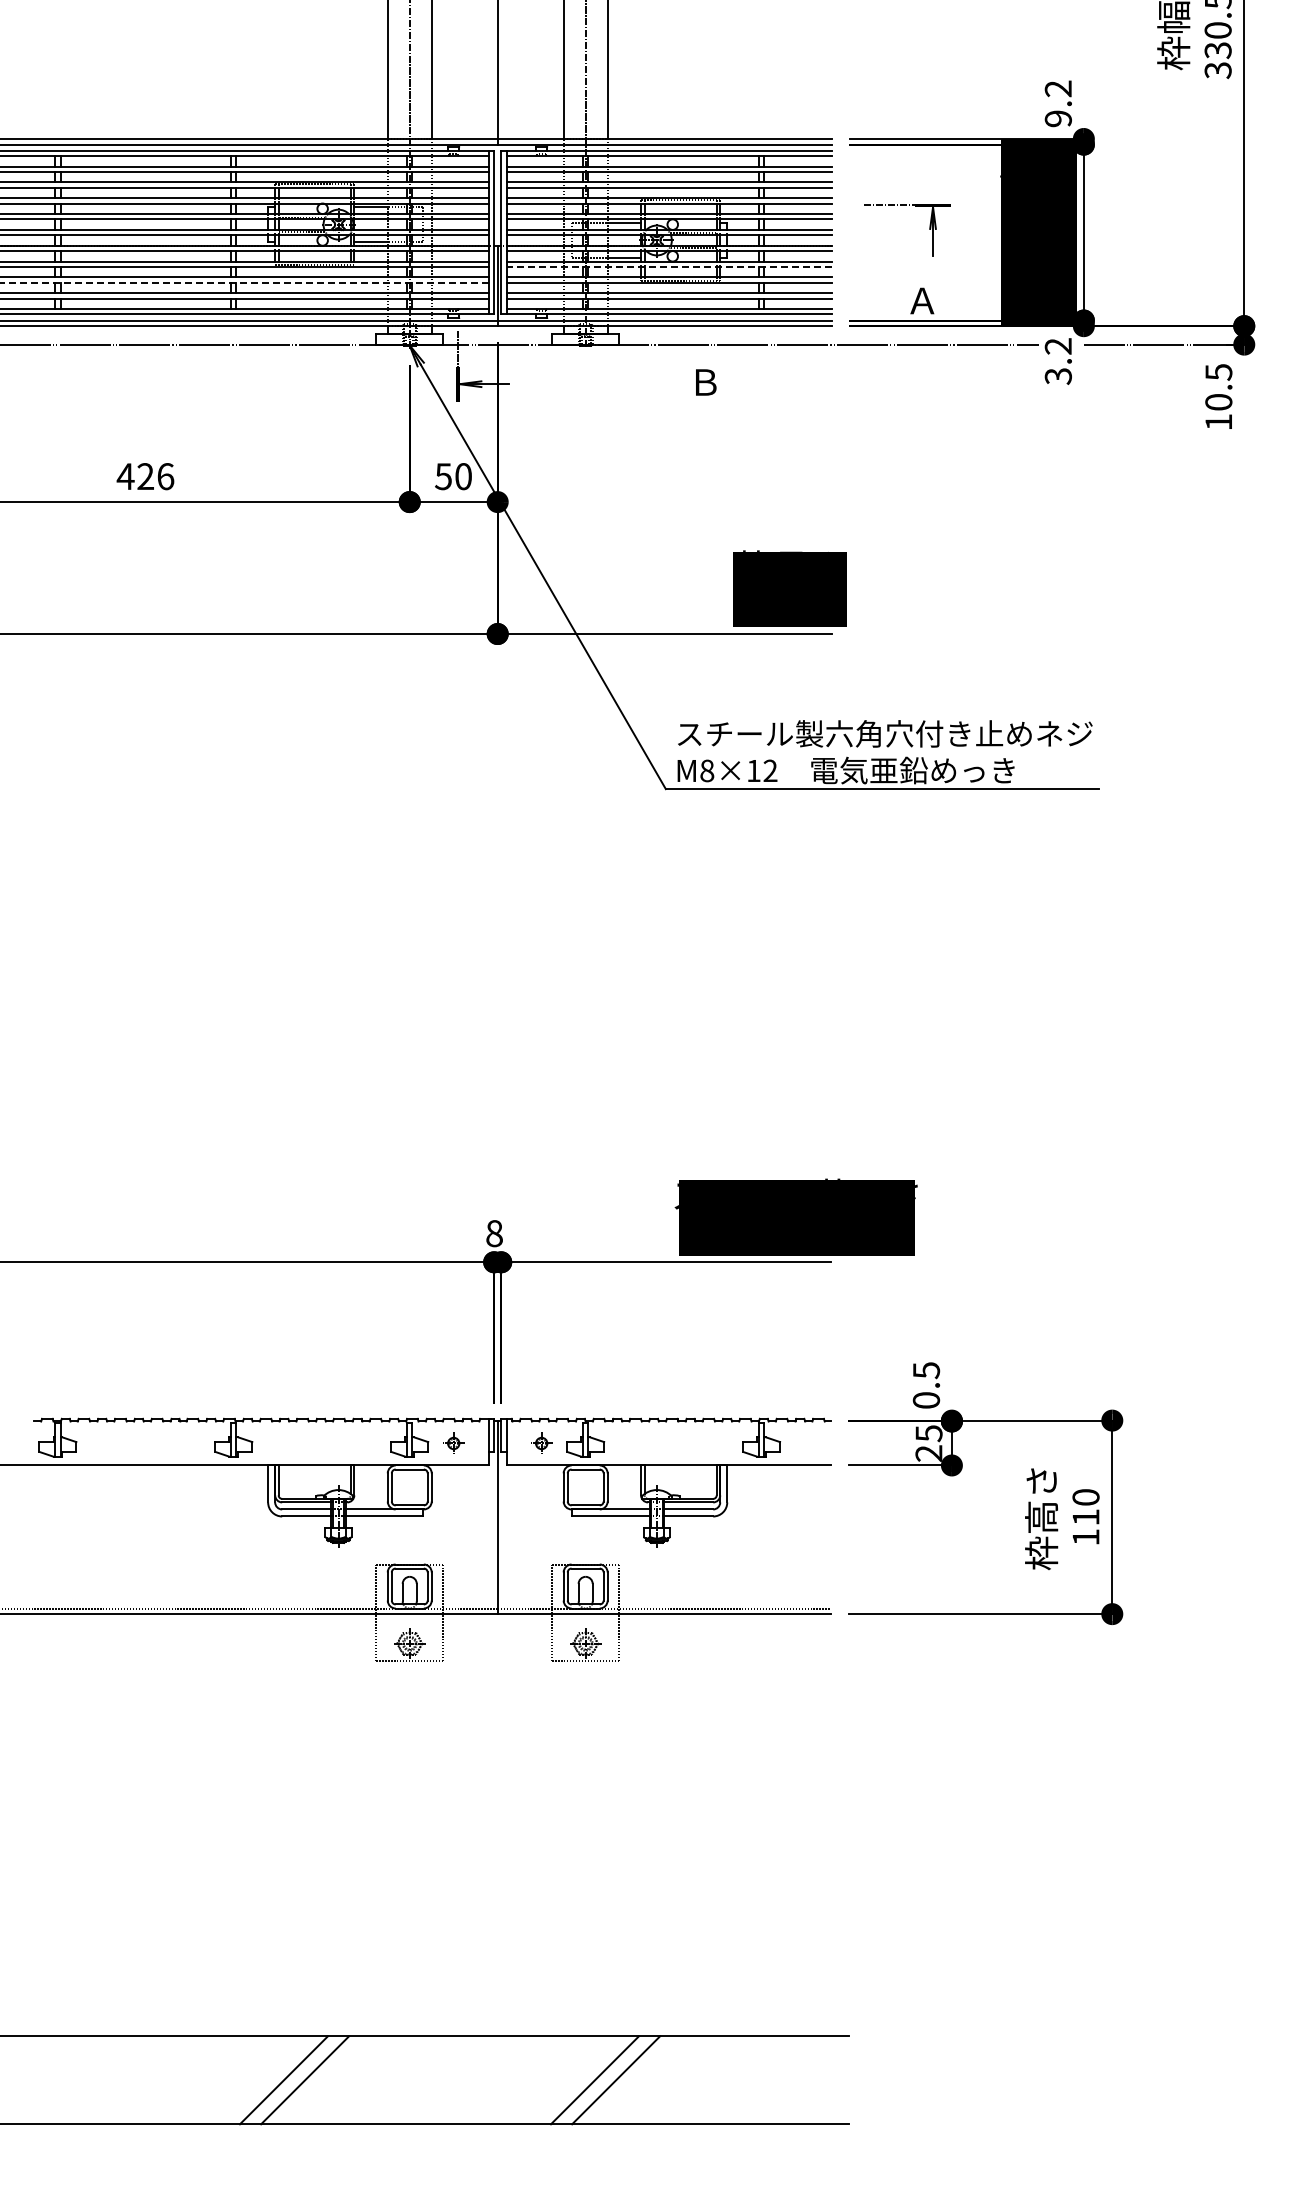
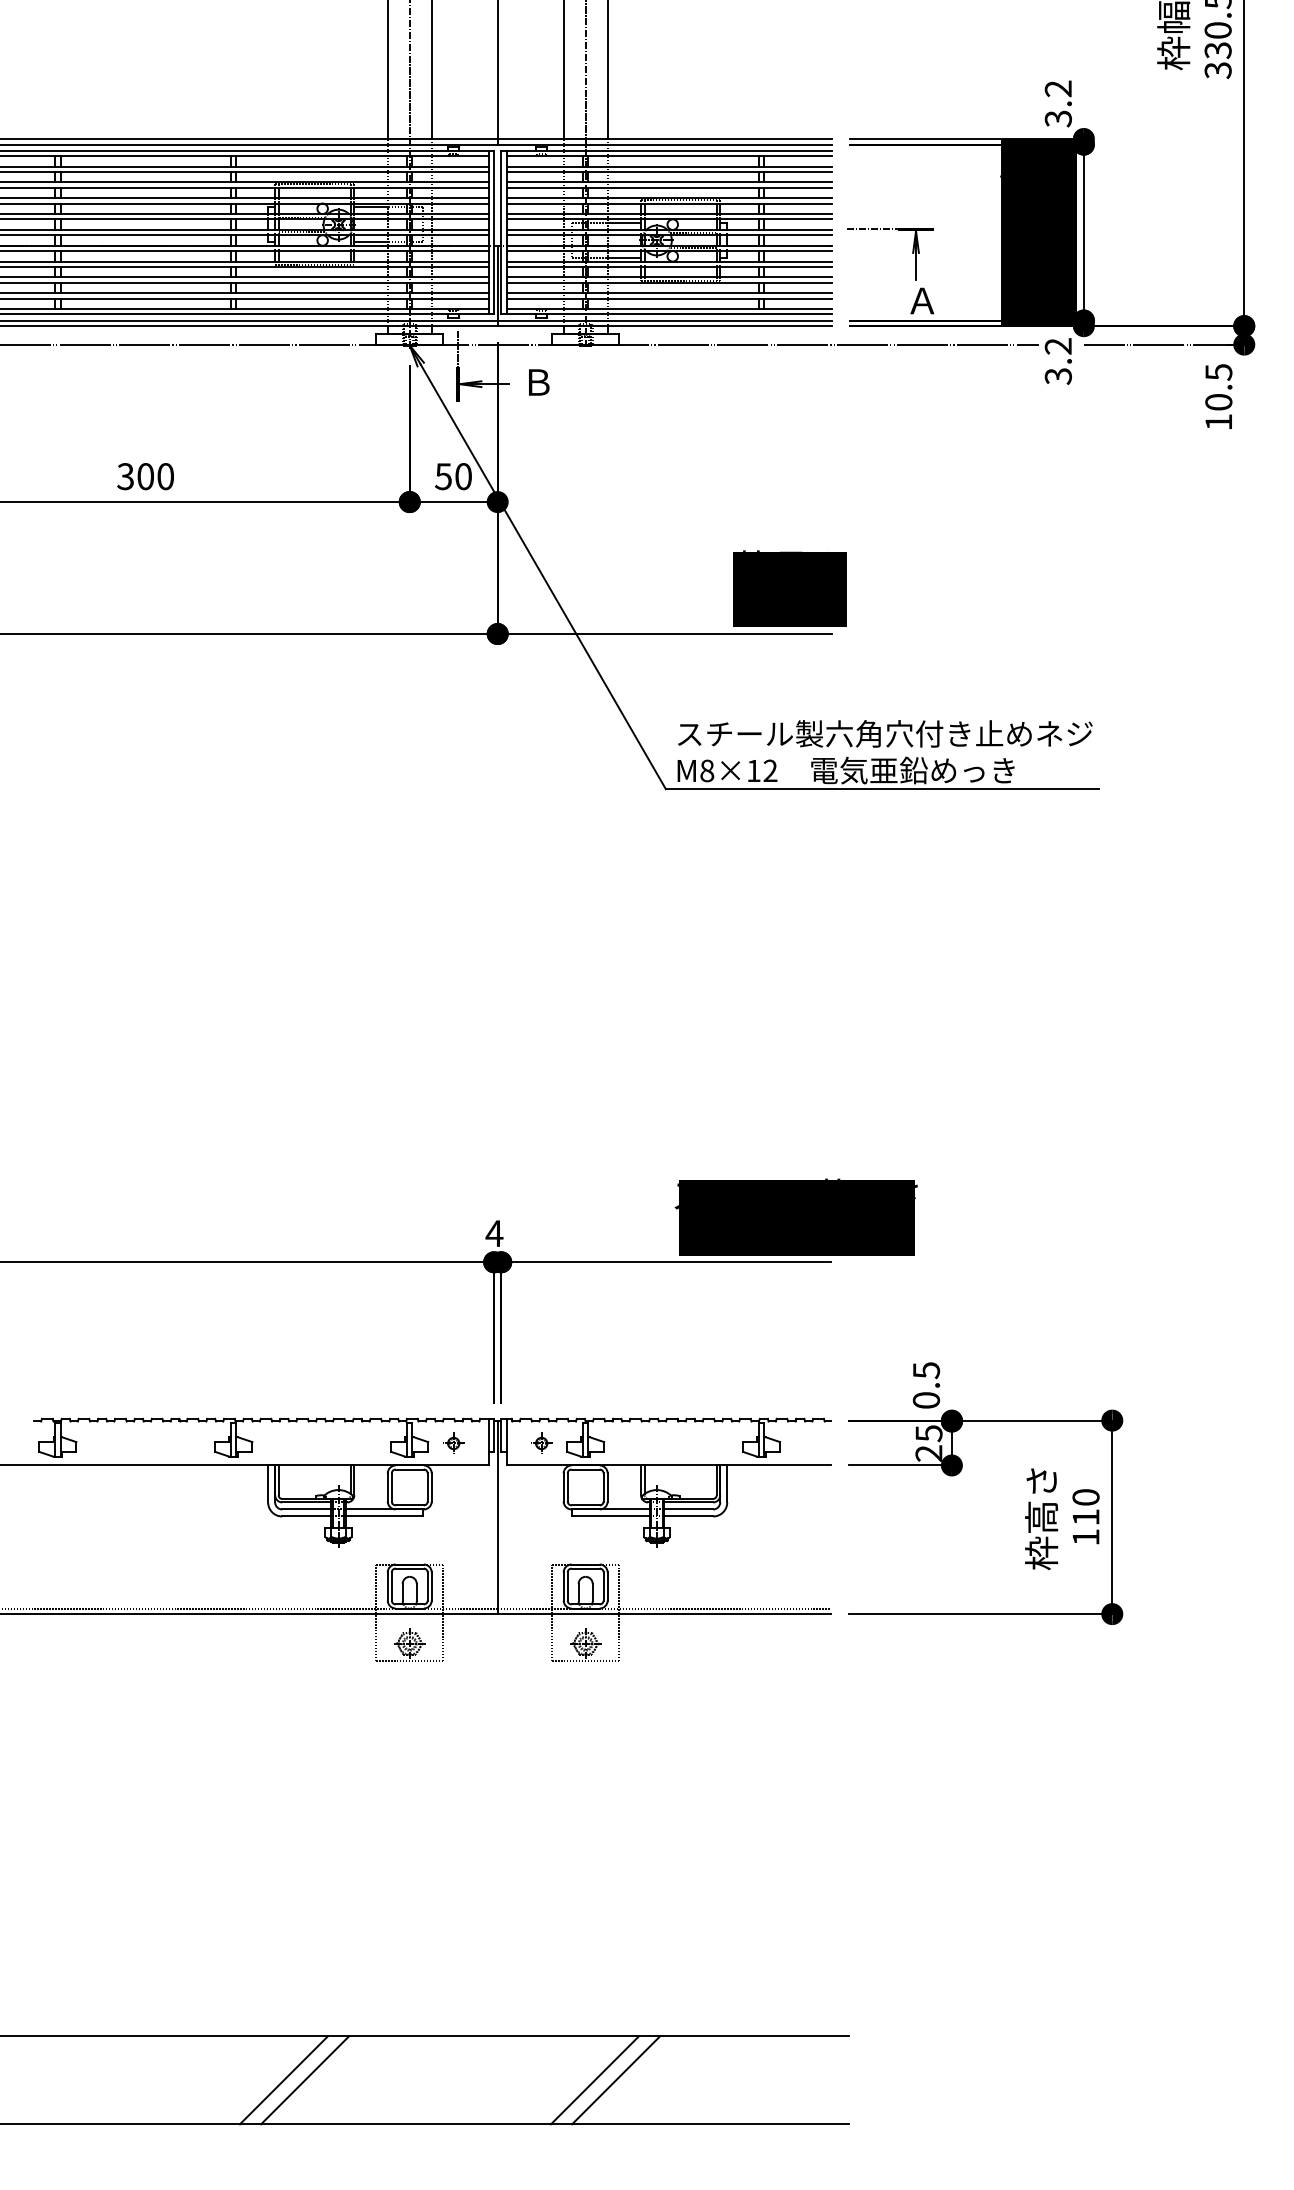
text at (1058, 118): 9.2 -> 3.2
part at (929, 229) position: (929, 229) -> (912, 253)
line at (669, 266): dashed -> solid
line at (243, 282): dashed -> solid
text at (706, 382) position: (706, 382) -> (539, 382)
text at (145, 476): 426 -> 300
text at (494, 1233): 8 -> 4
